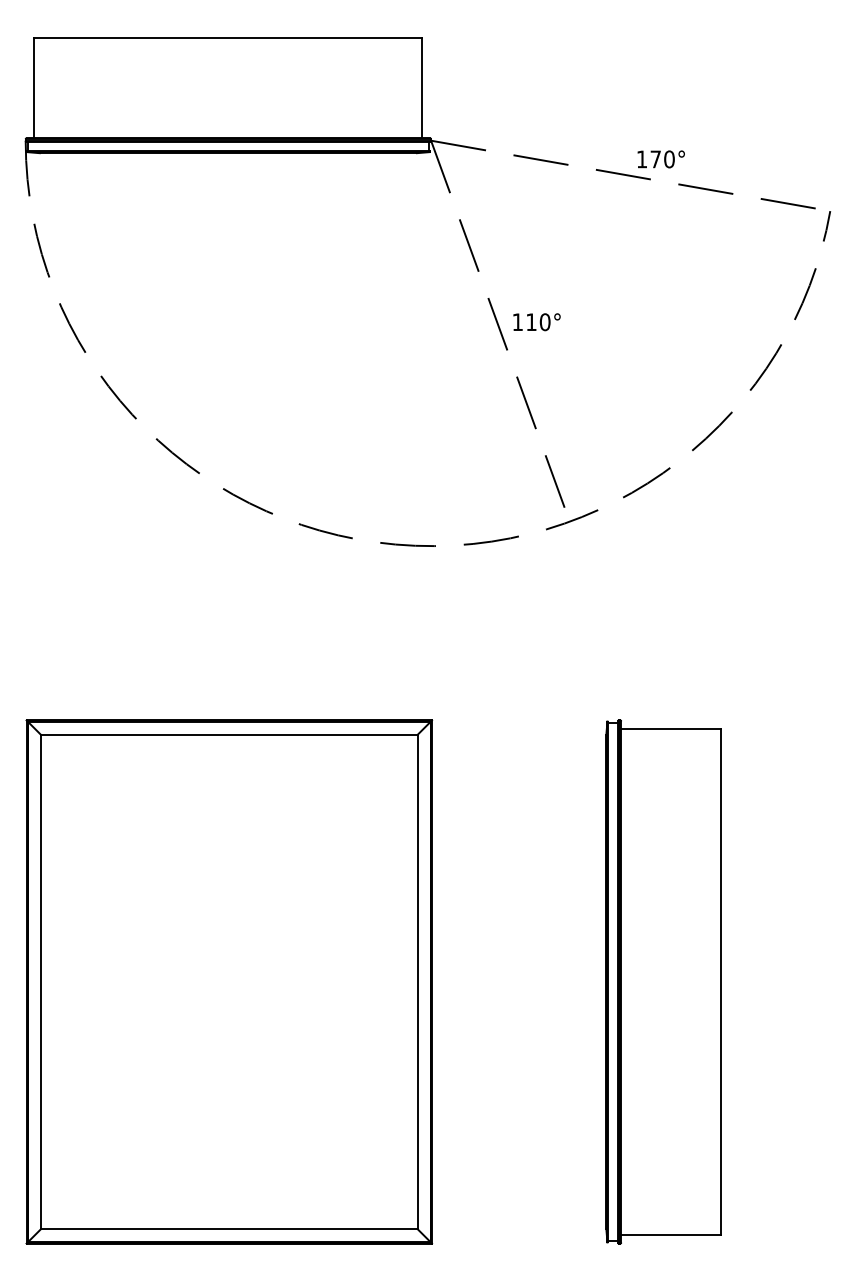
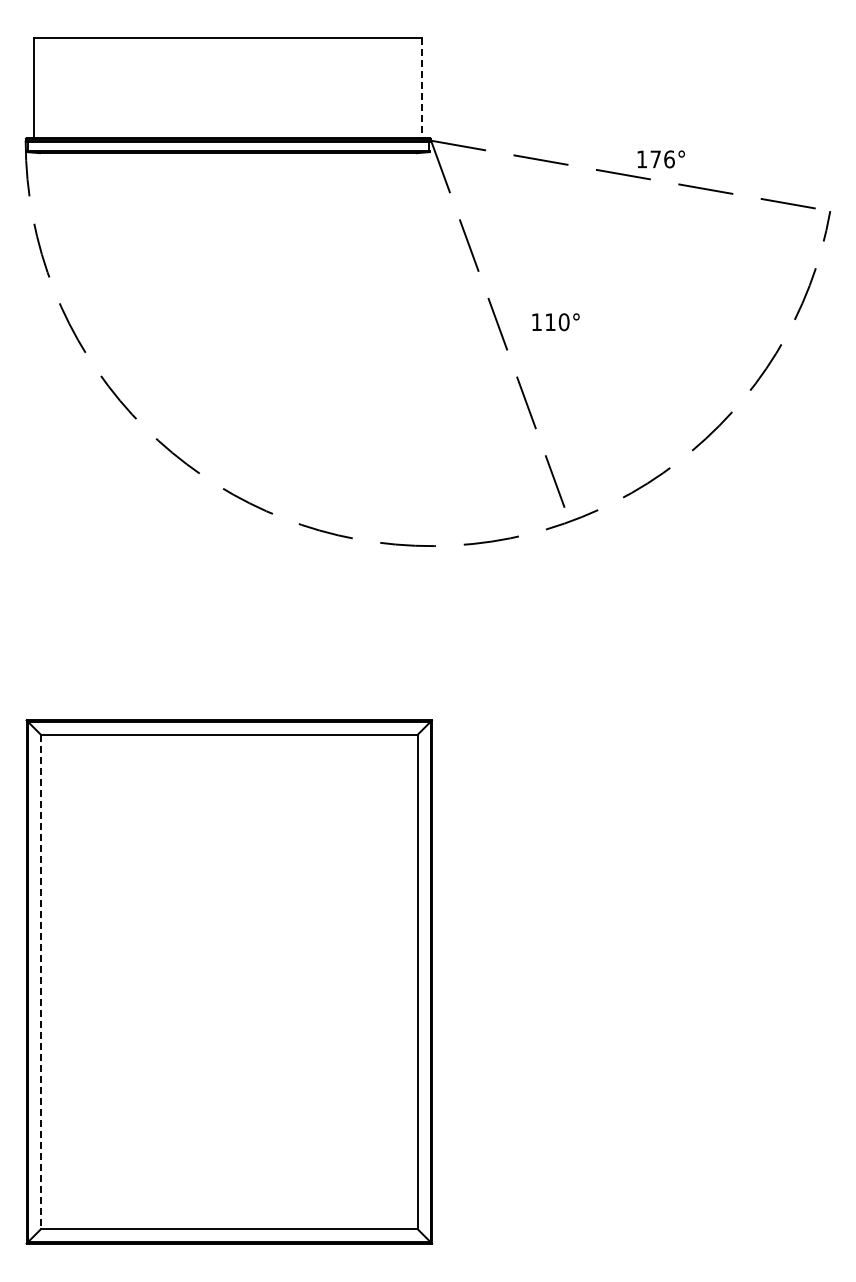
line at (422, 88): solid -> dashed
text at (669, 159): 170° -> 176°
text at (536, 322) position: (536, 322) -> (555, 322)
part at (663, 981): present -> none
line at (40, 982): solid -> dashed
